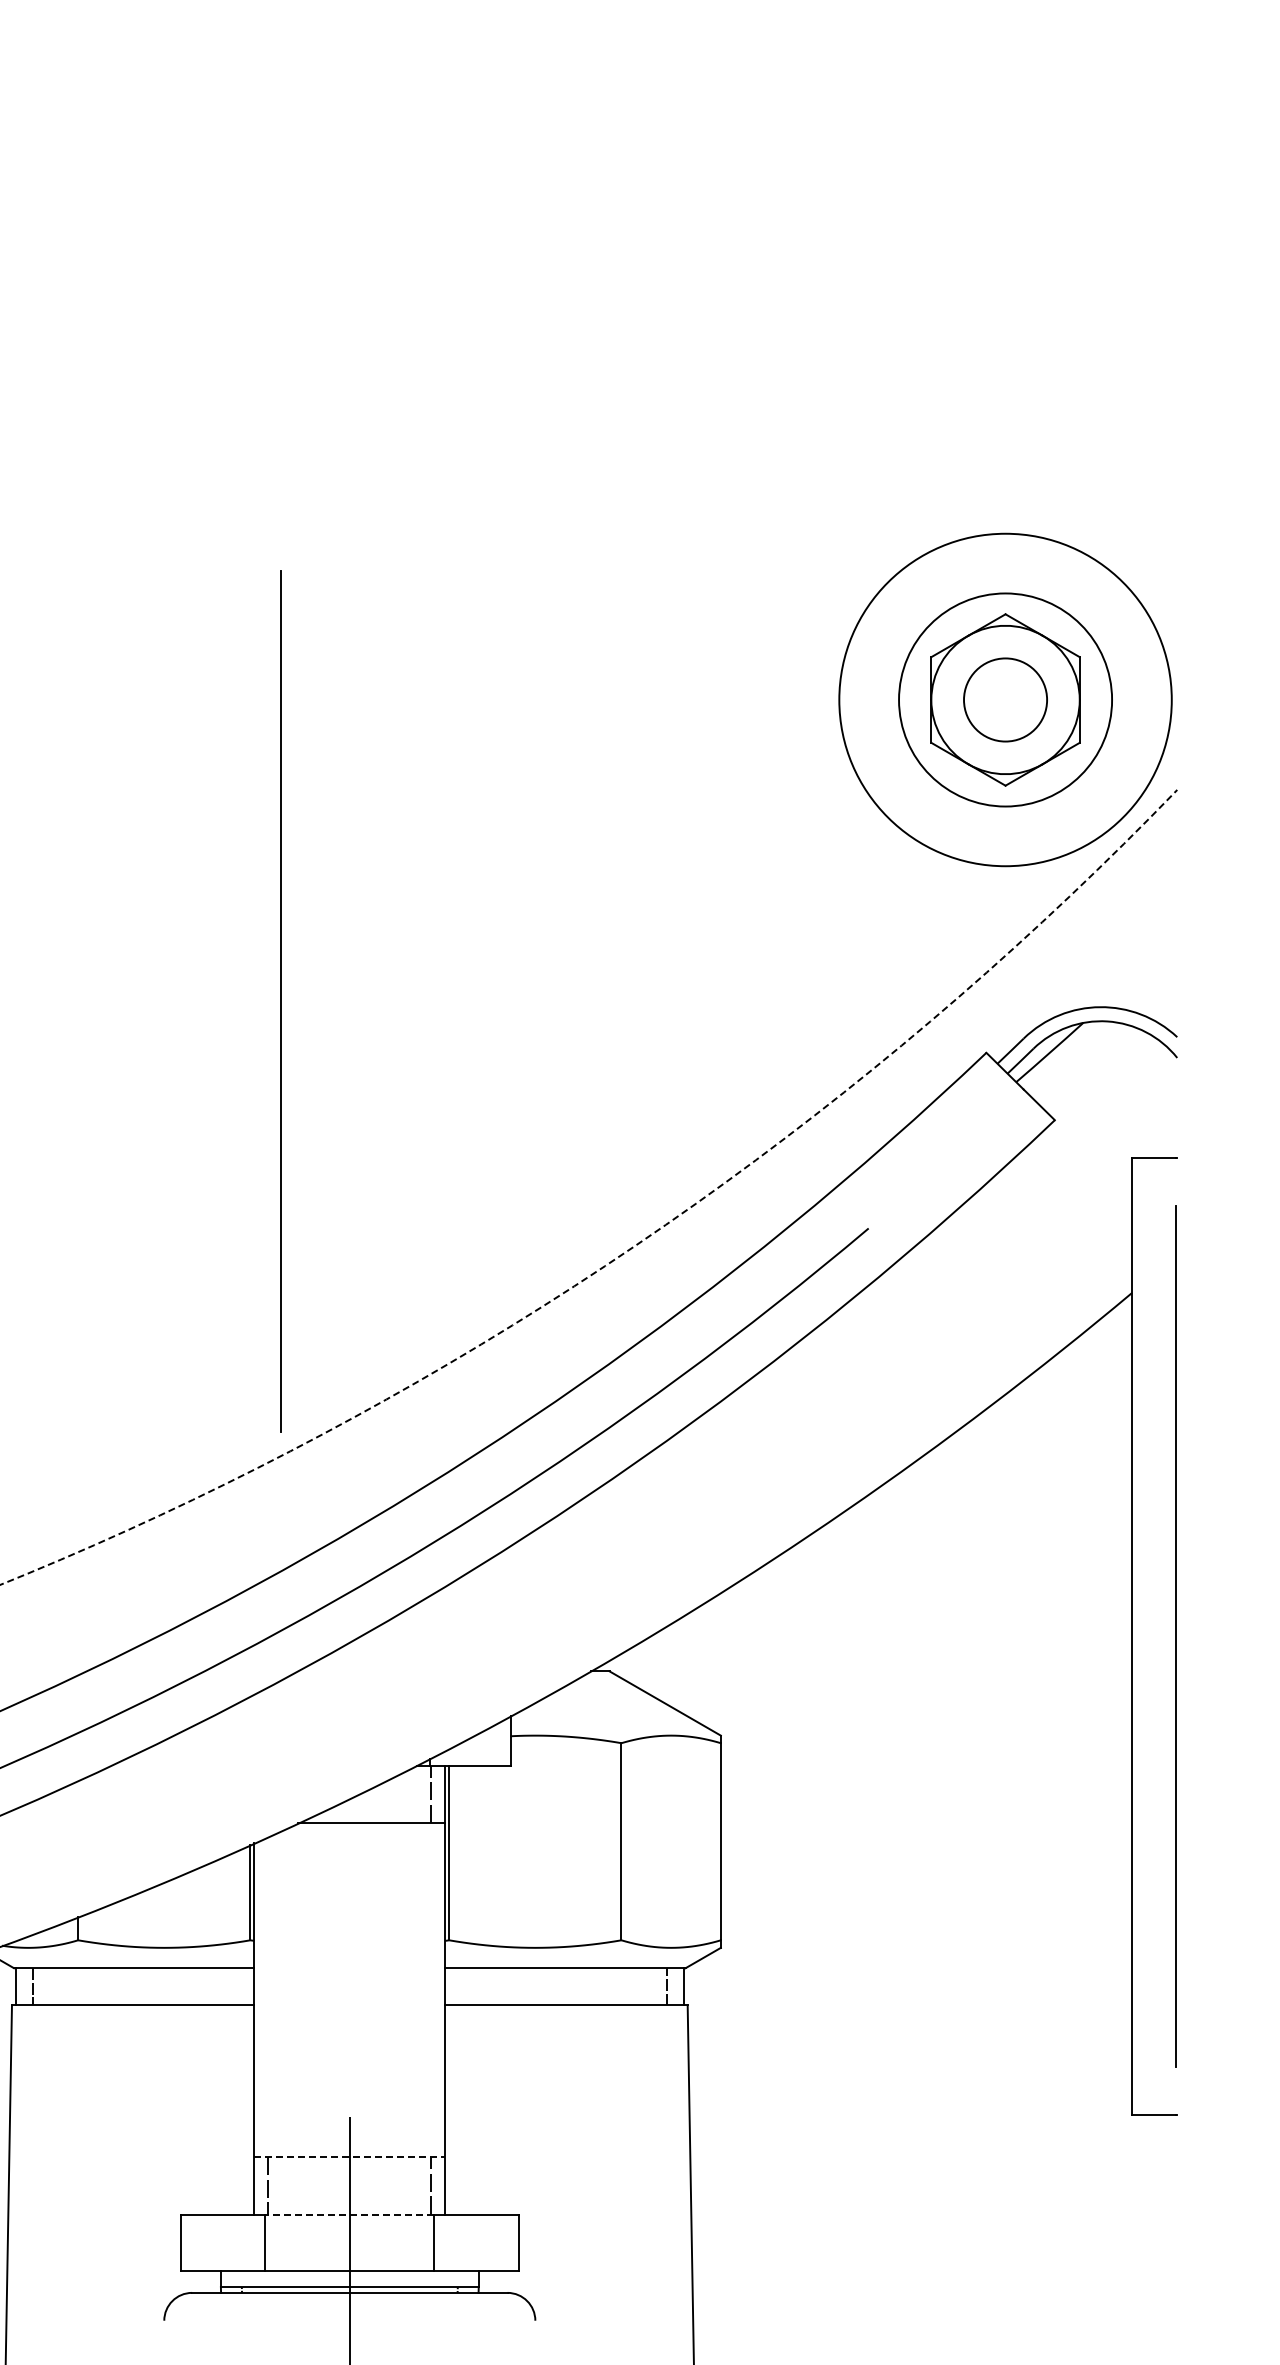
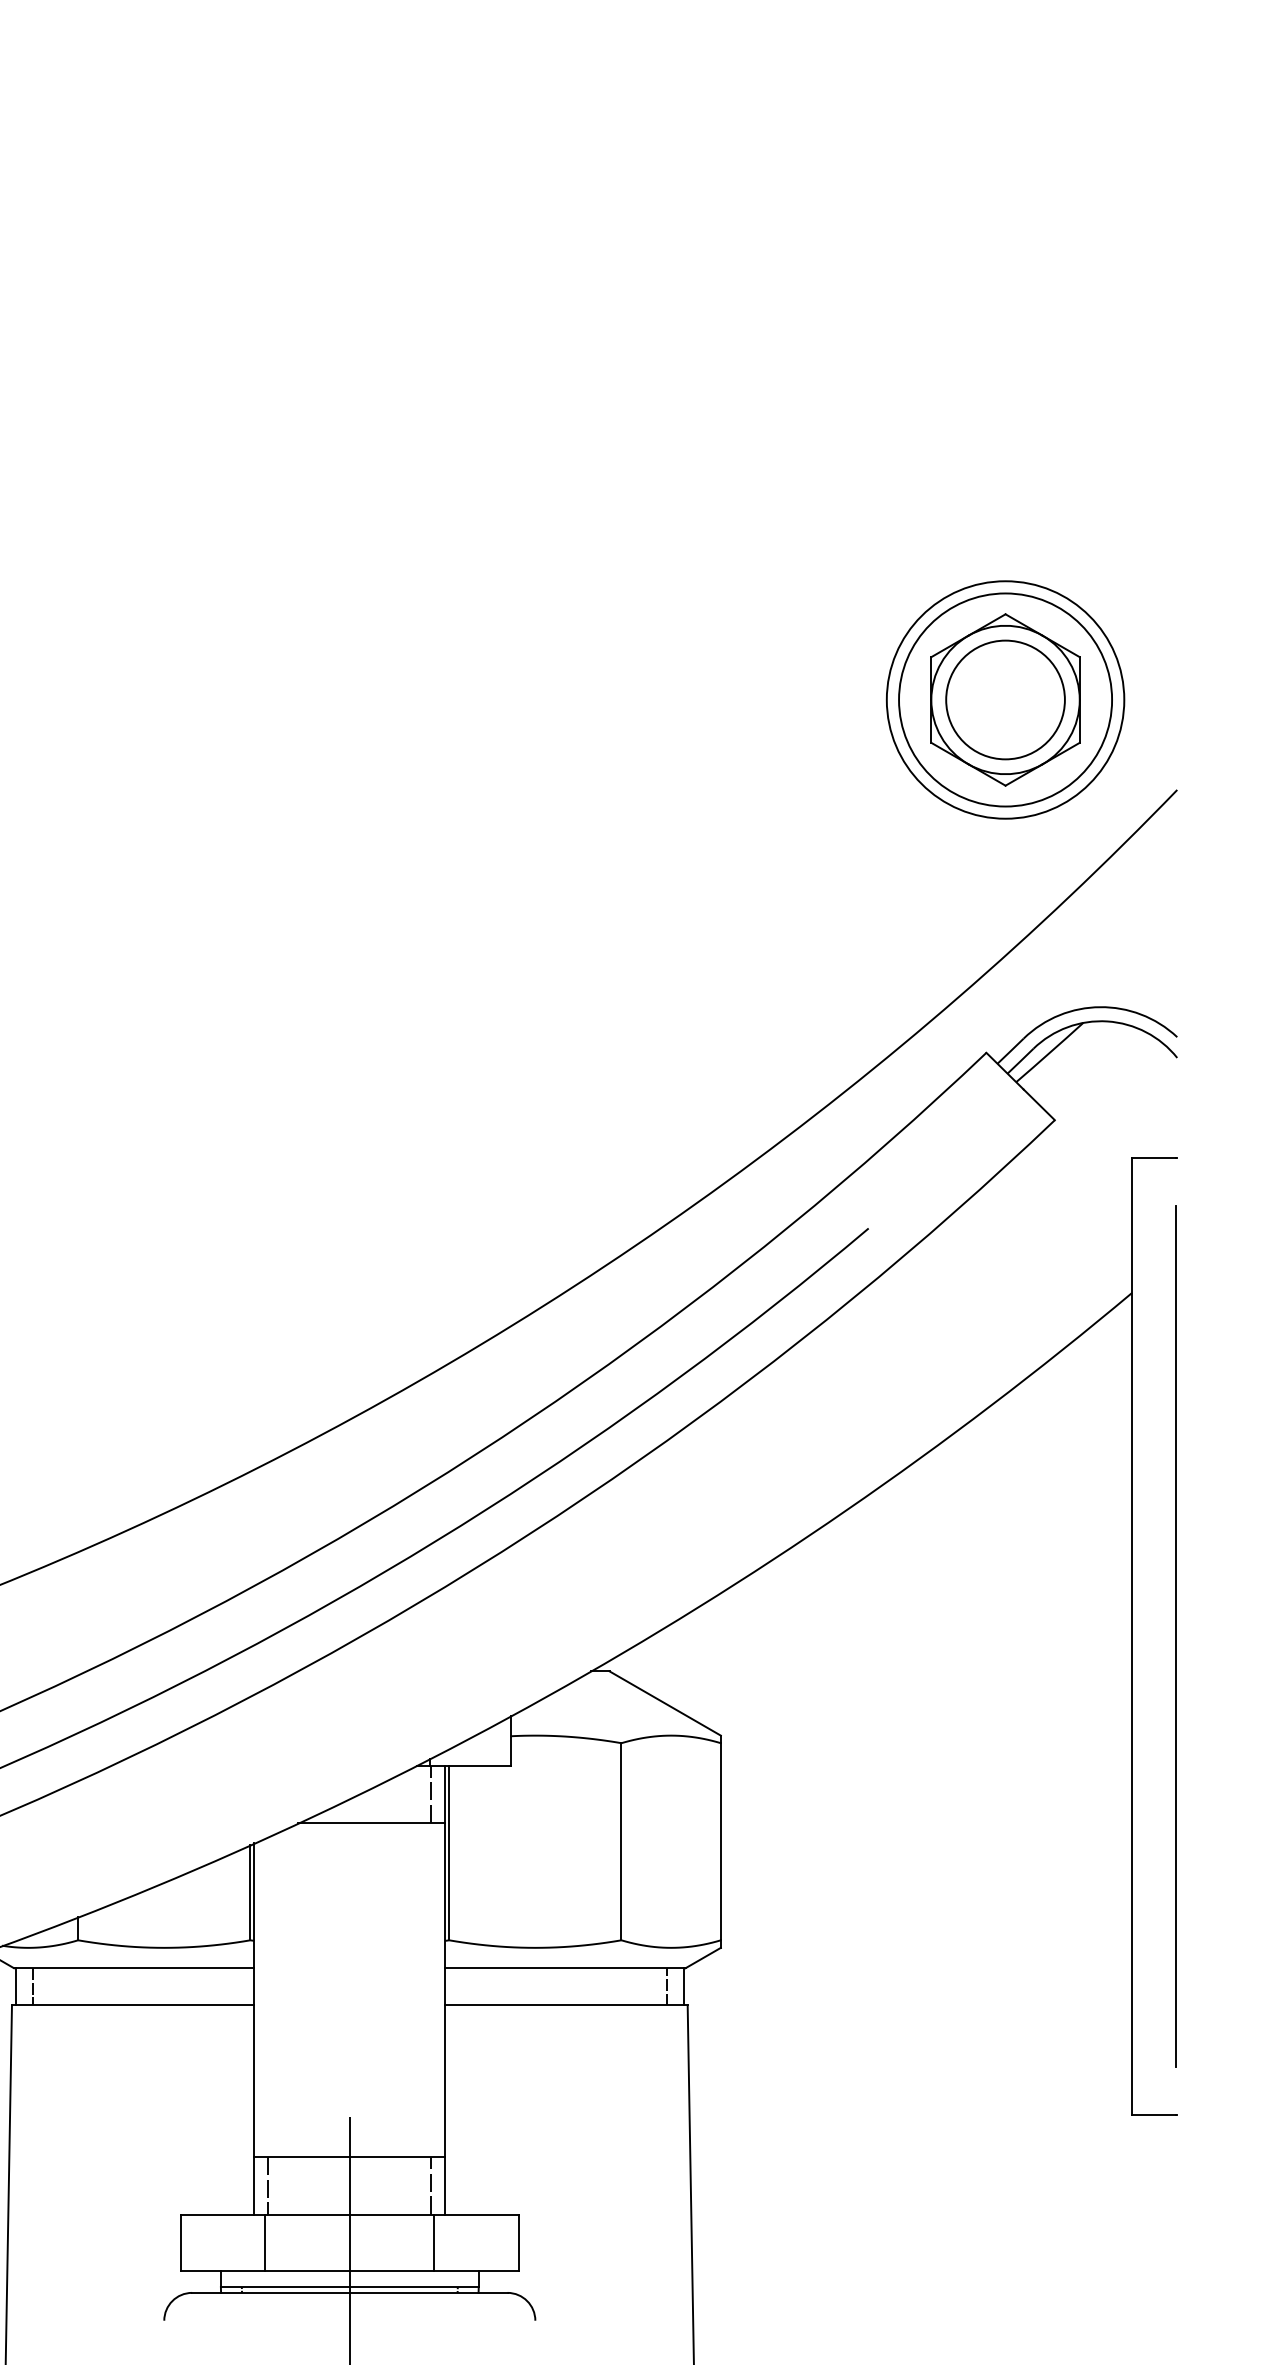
circle at (1005, 699) diameter: 332 px -> 237 px
circle at (1005, 699) diameter: 83 px -> 119 px
line at (280, 1001): present -> none
arc at (629, 1249): dashed -> solid
line at (350, 2157): dashed -> solid
line at (349, 2214): dashed -> solid
